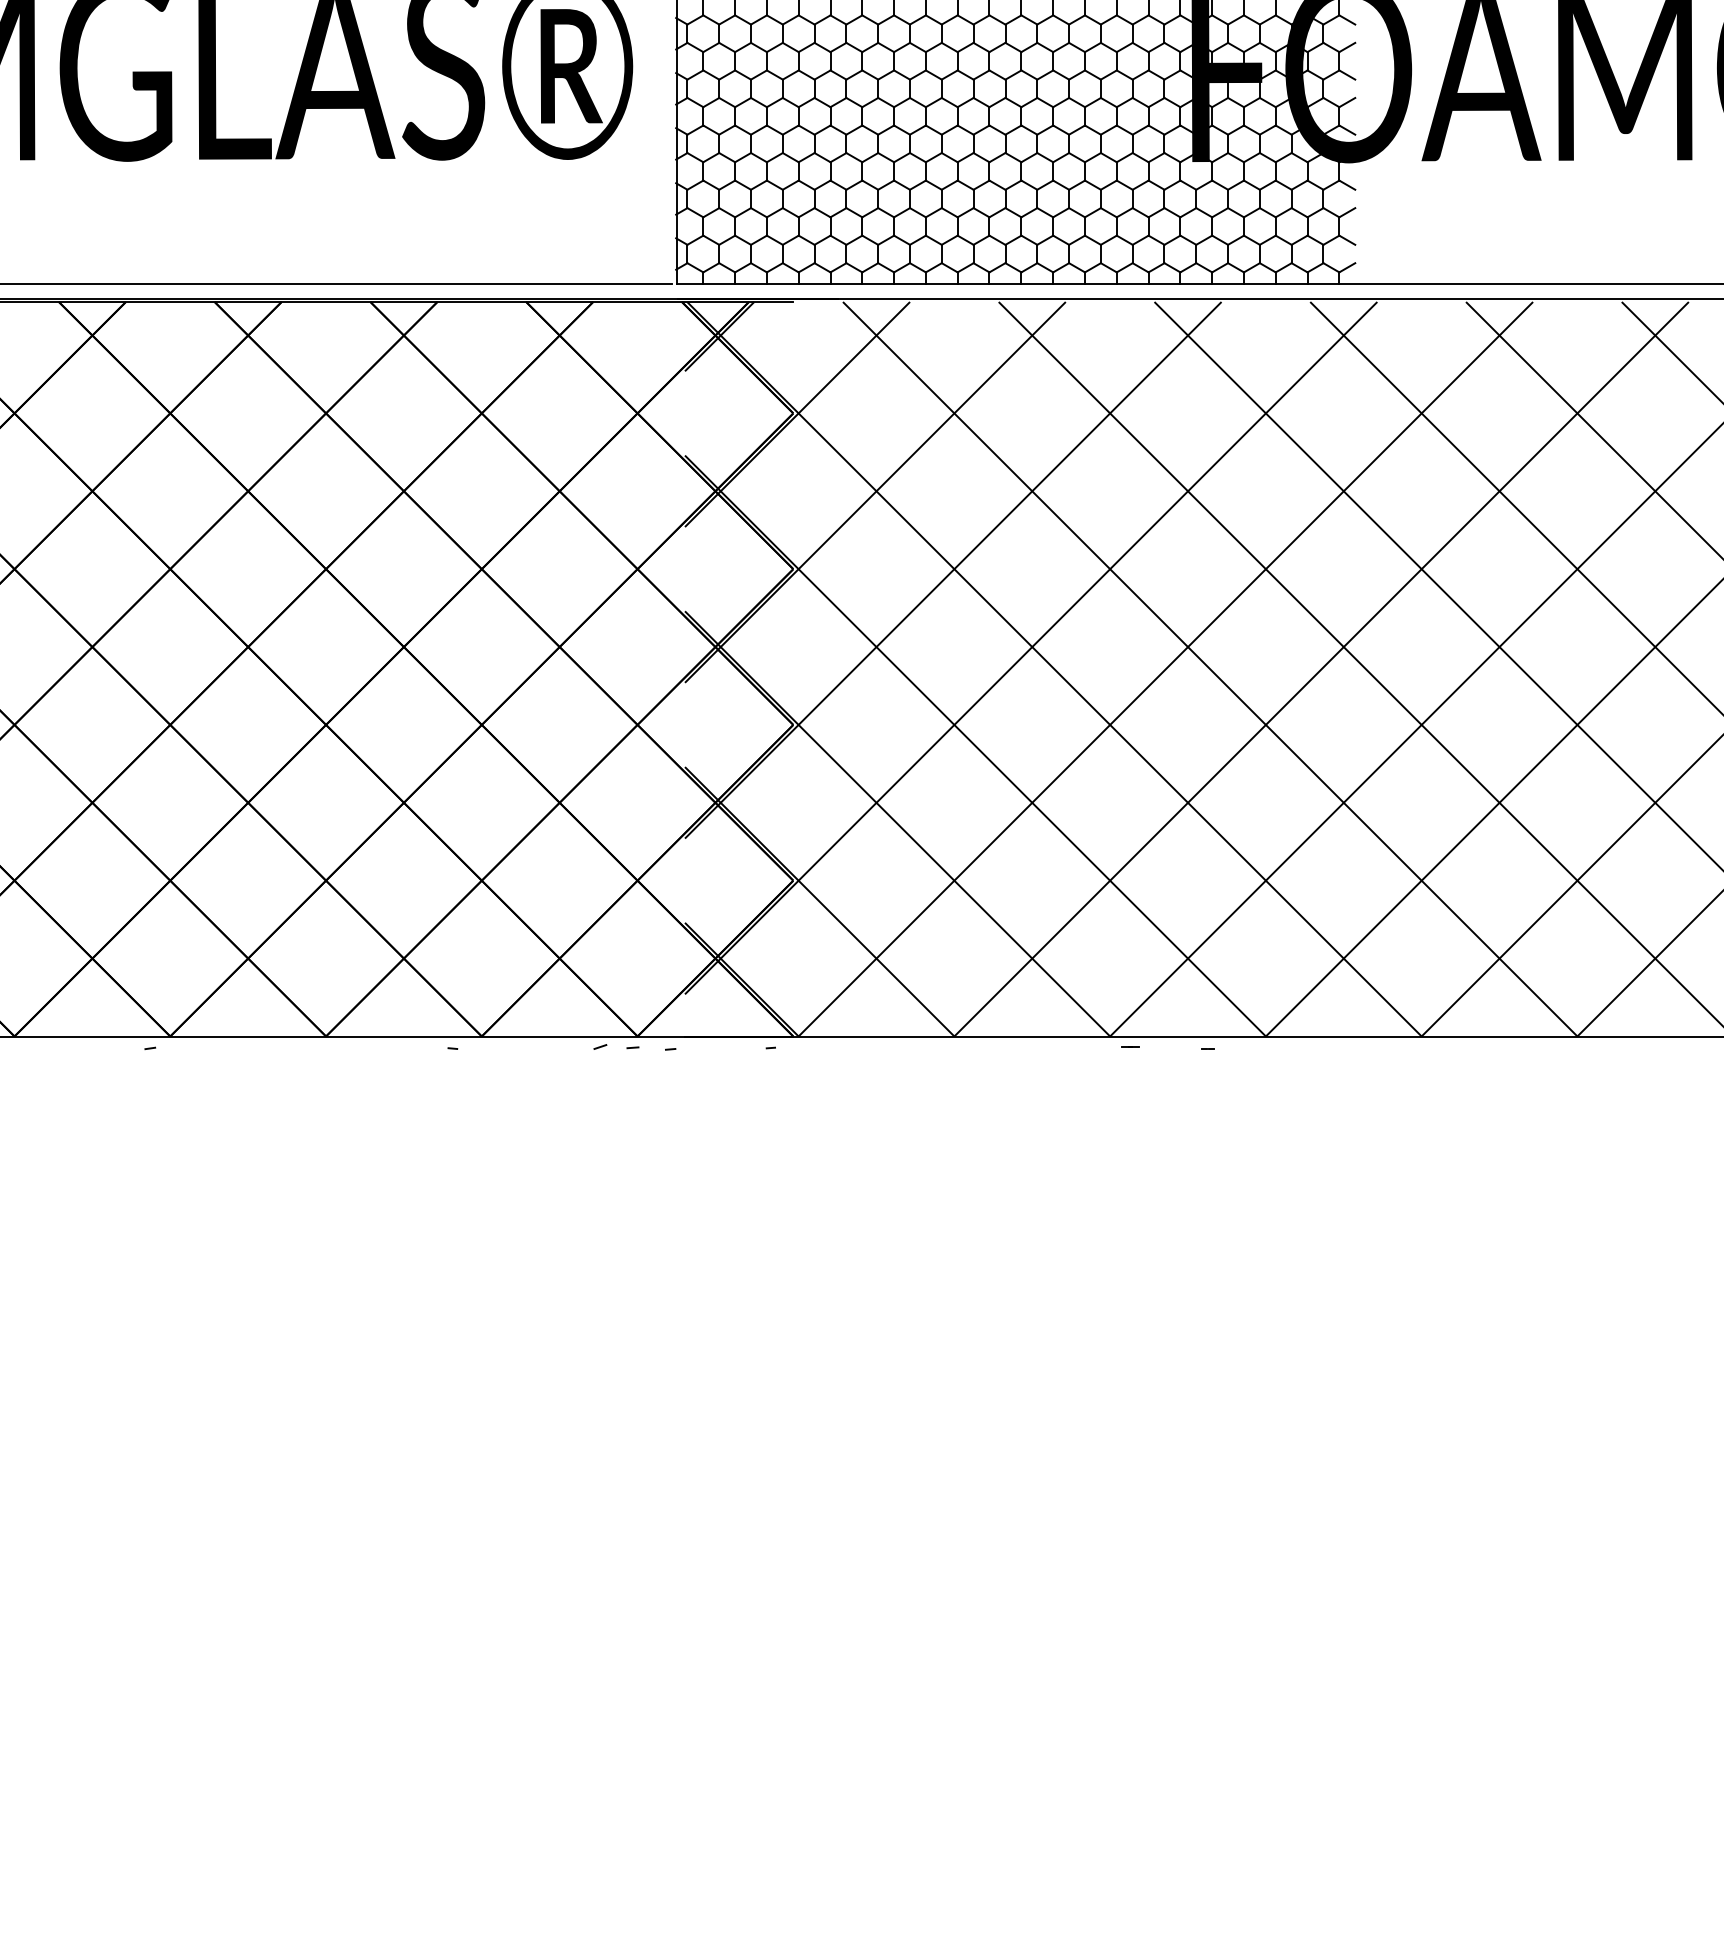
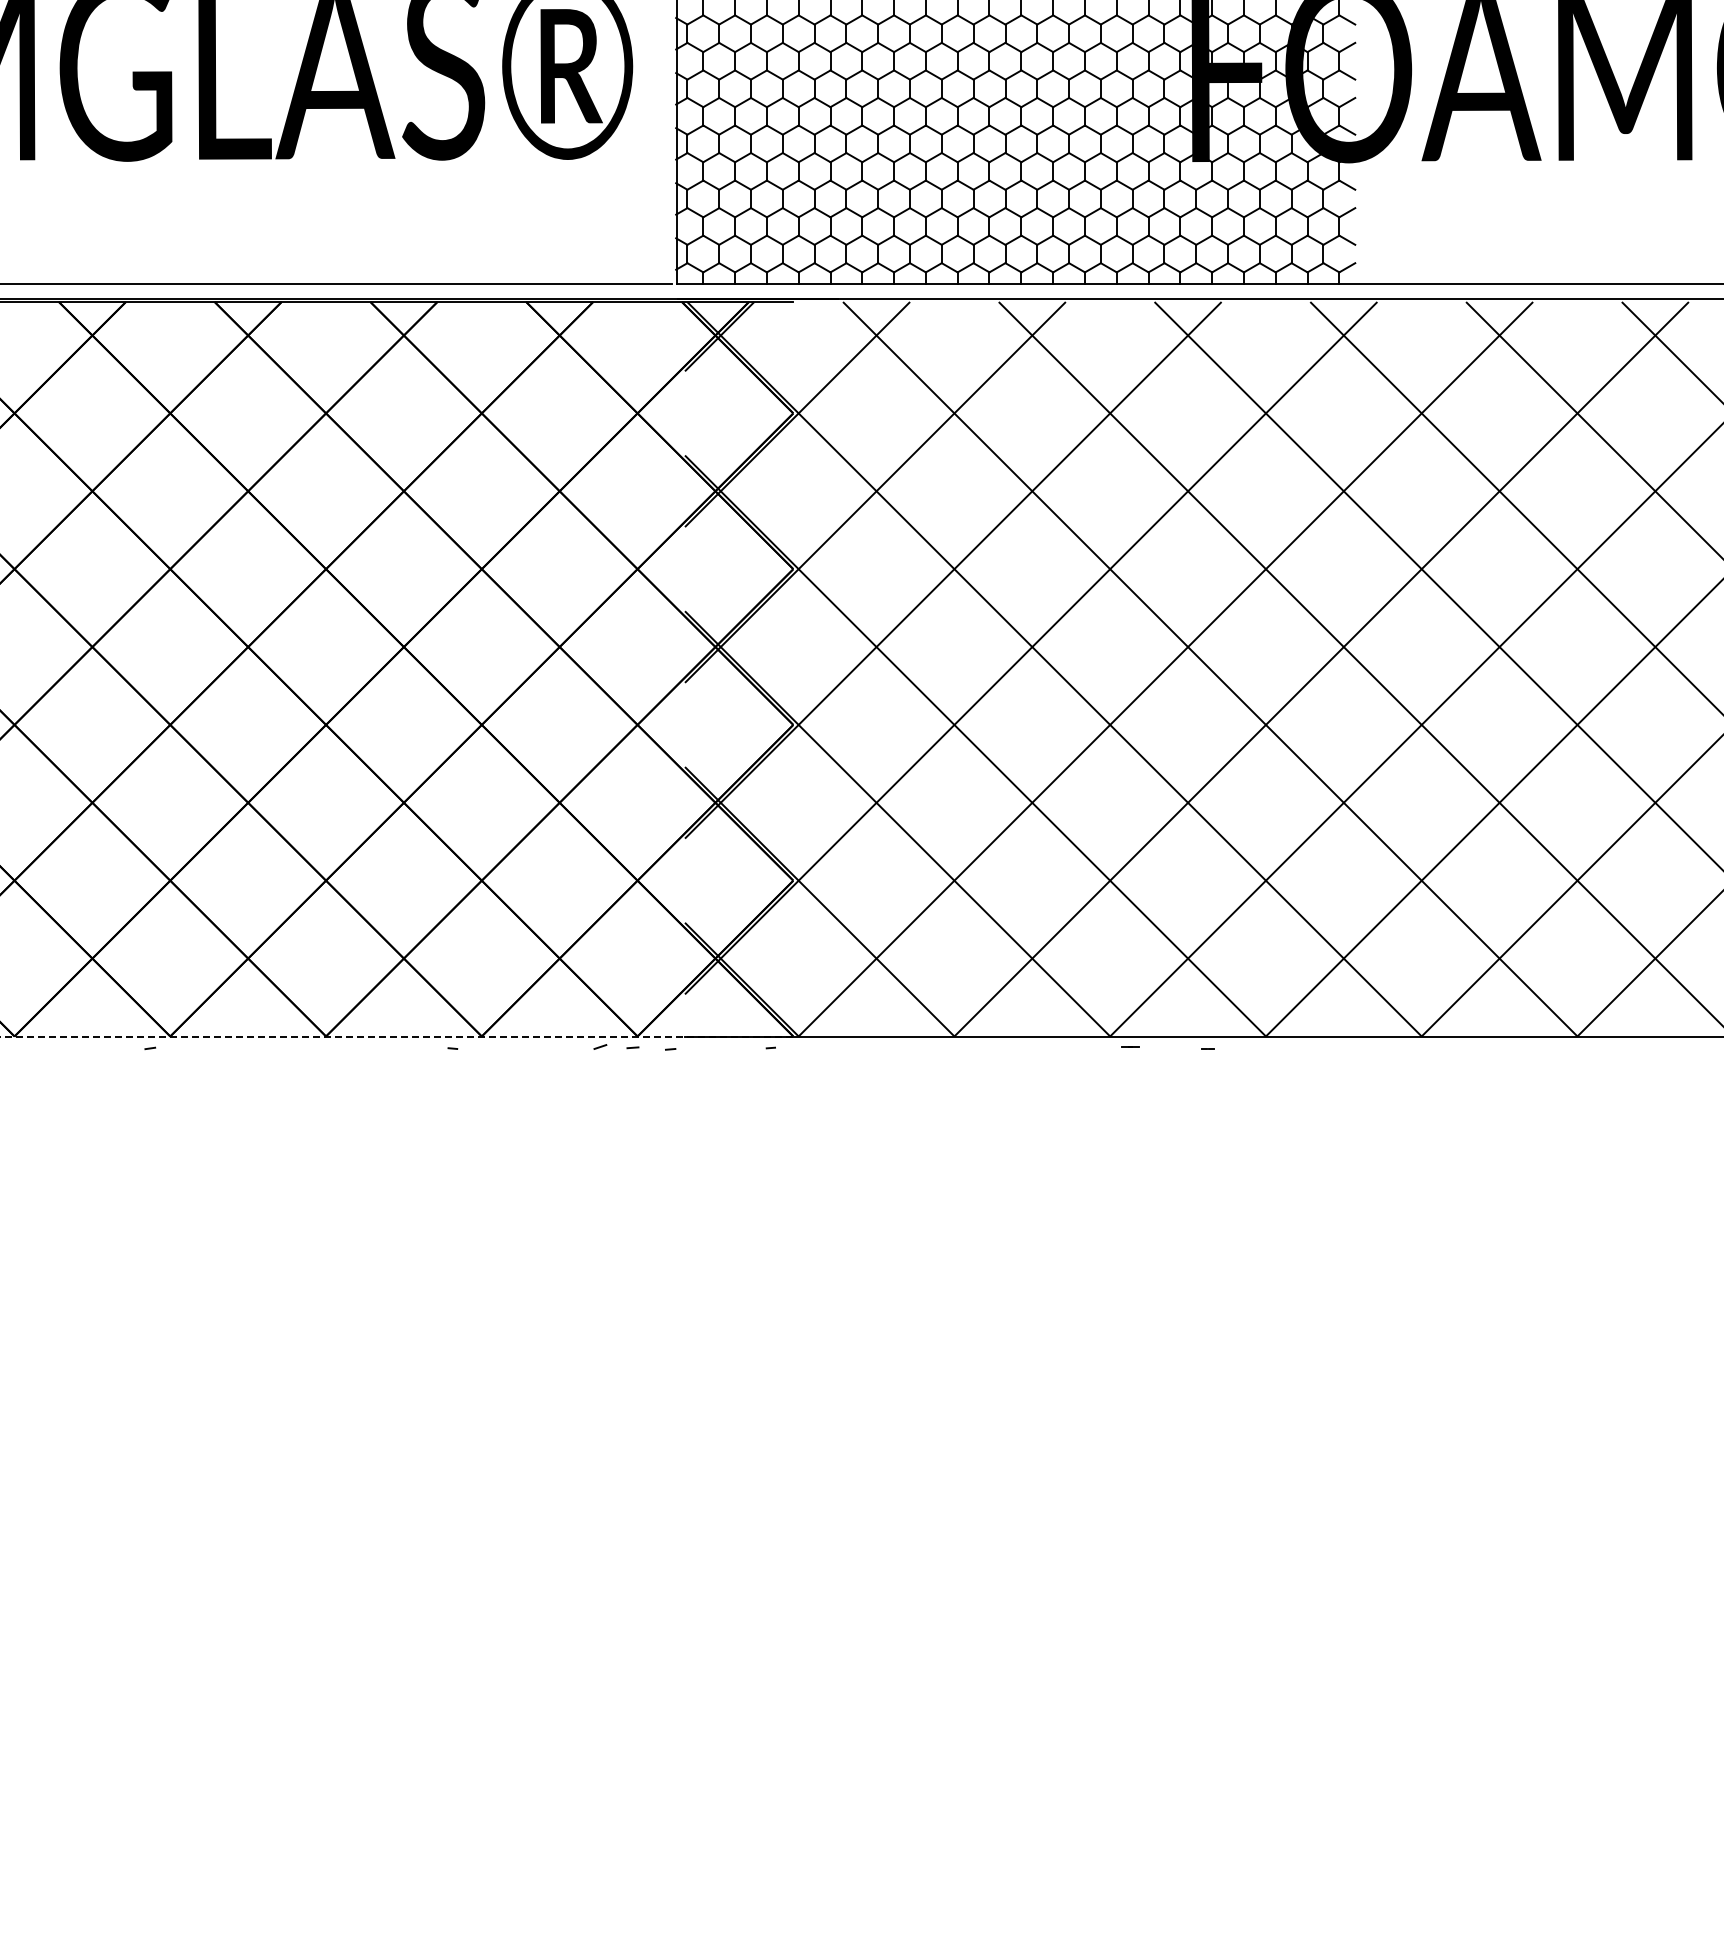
line at (397, 1036): solid -> dashed
